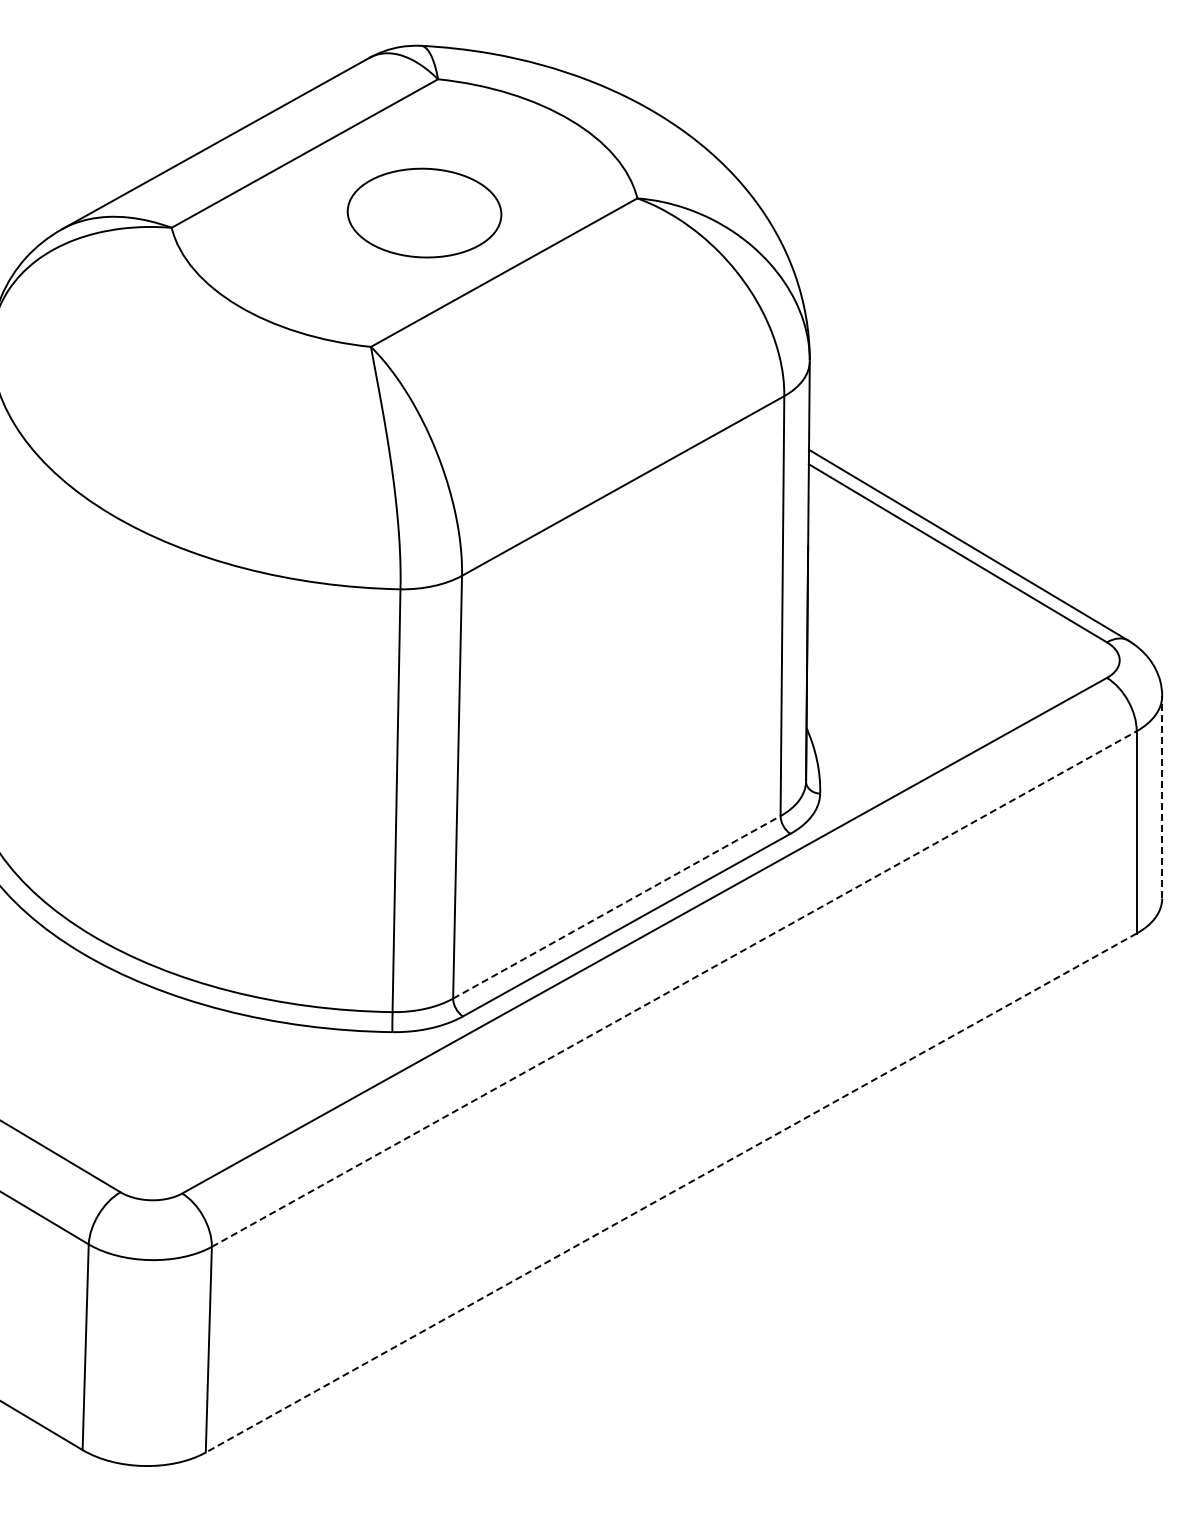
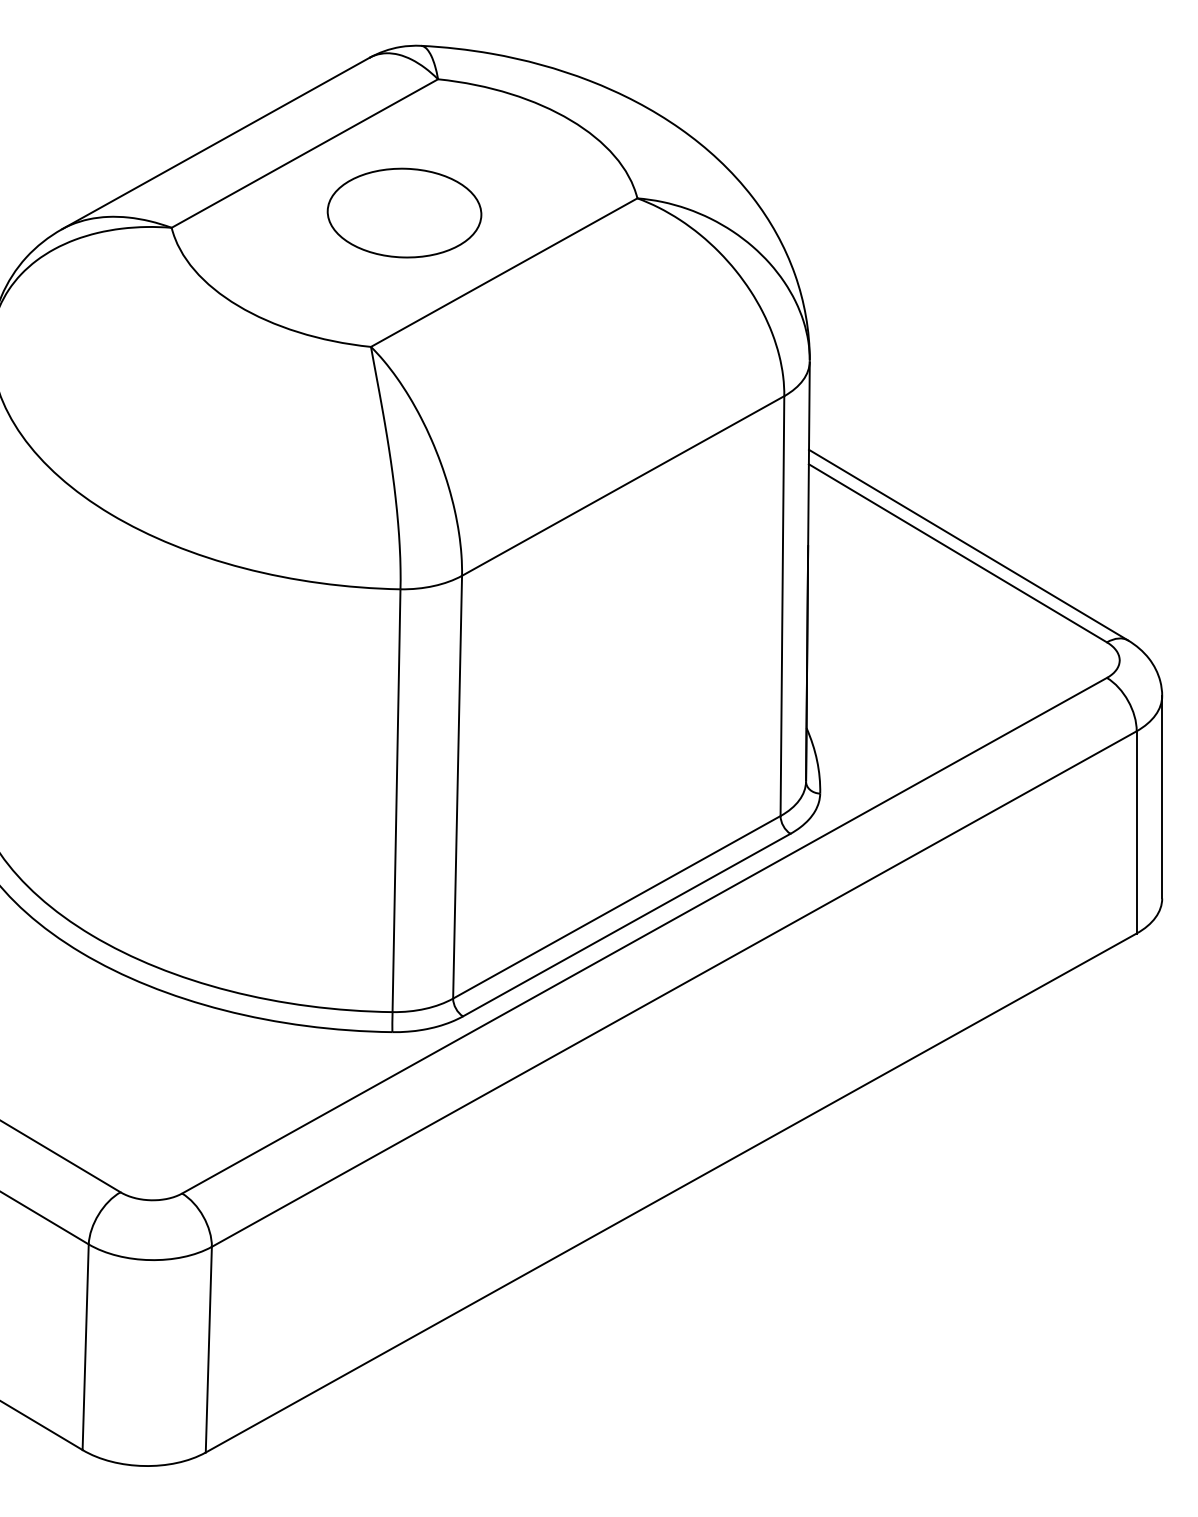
part at (424, 212) position: (424, 212) -> (404, 212)
line at (1162, 796): dashed -> solid
line at (617, 907): dashed -> solid
line at (674, 988): dashed -> solid
line at (671, 1193): dashed -> solid
